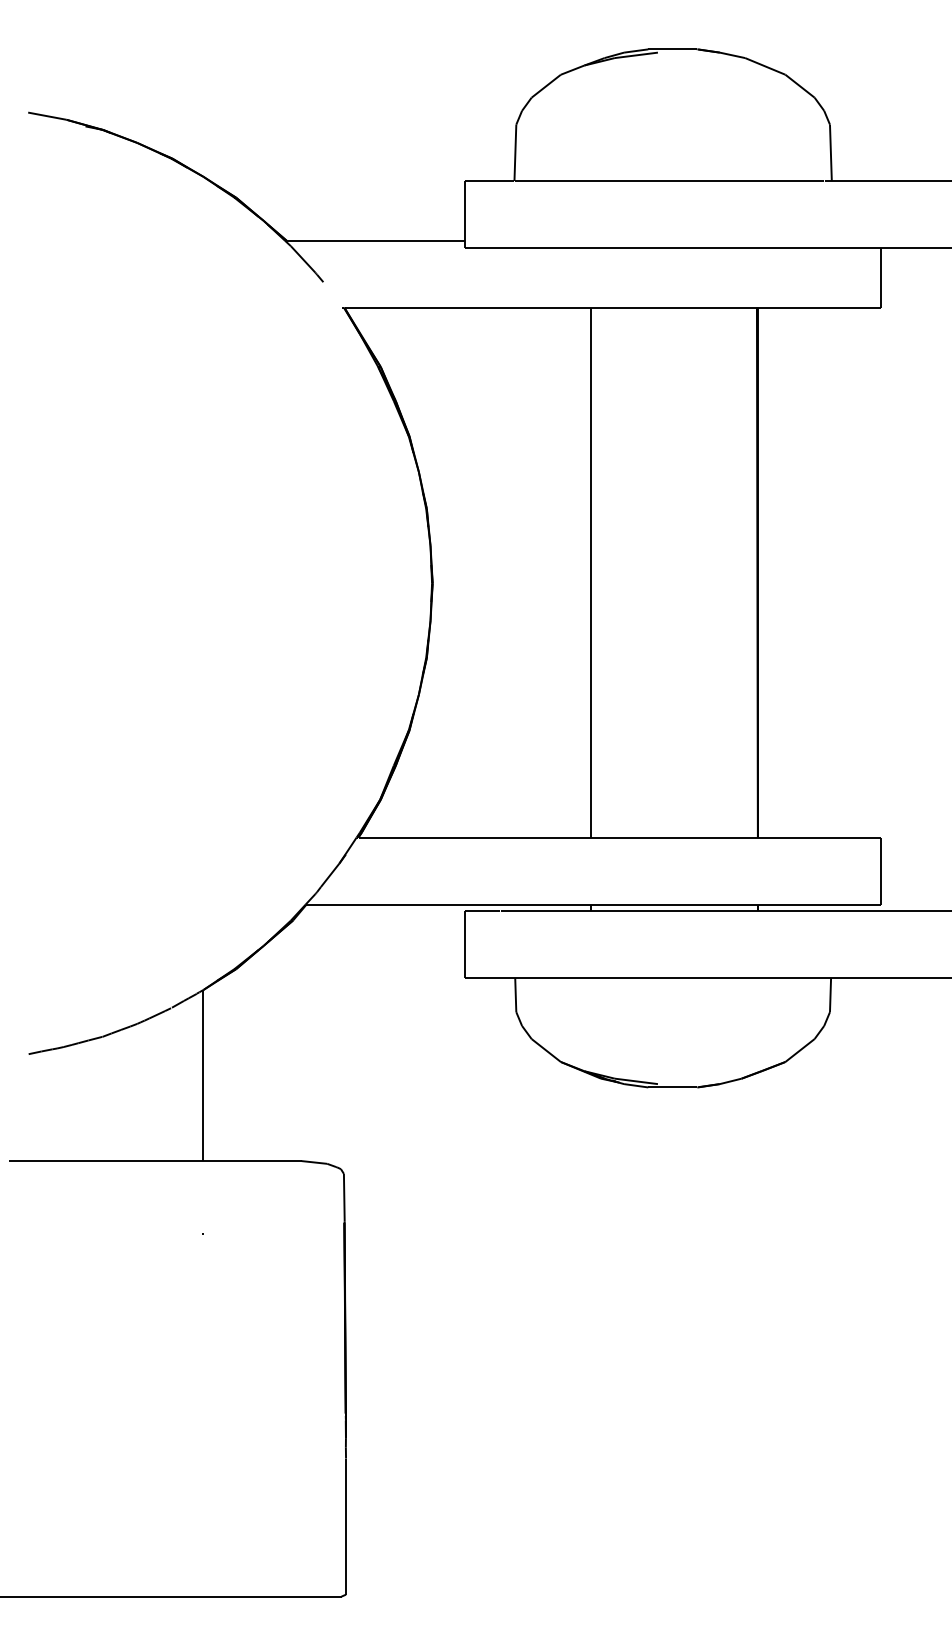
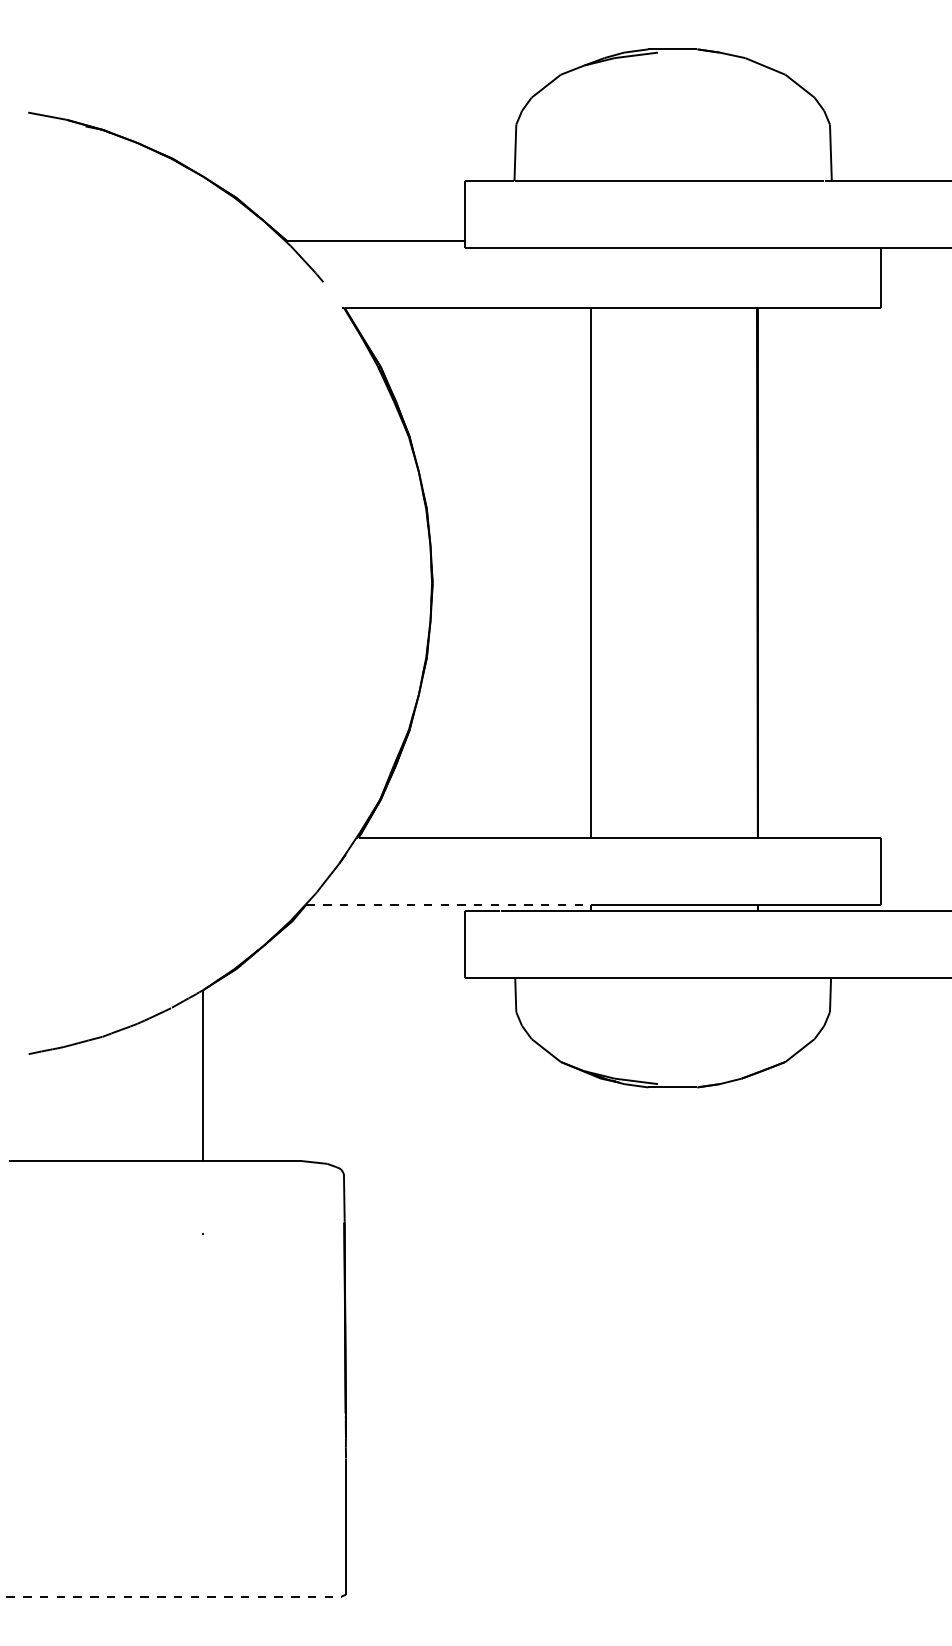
line at (449, 904): solid -> dashed
line at (171, 1596): solid -> dashed
